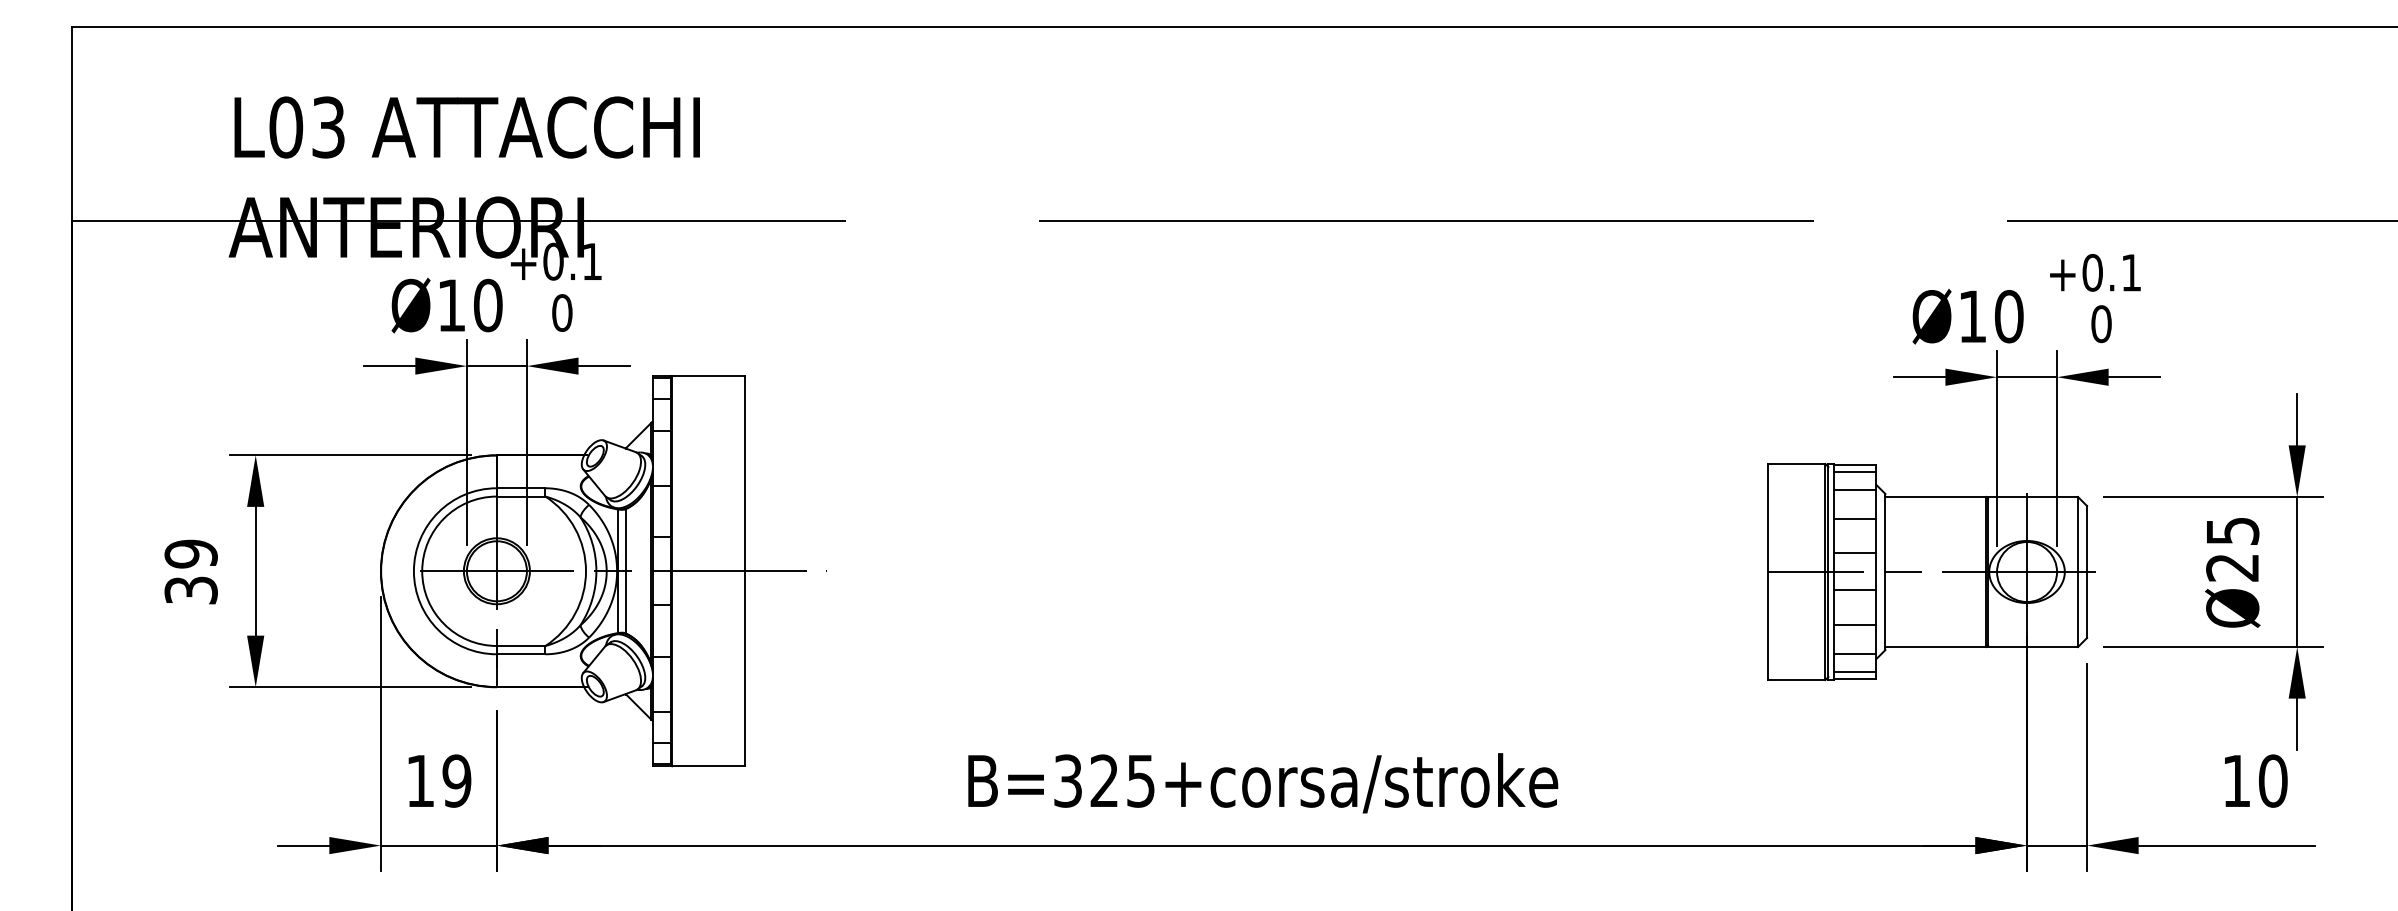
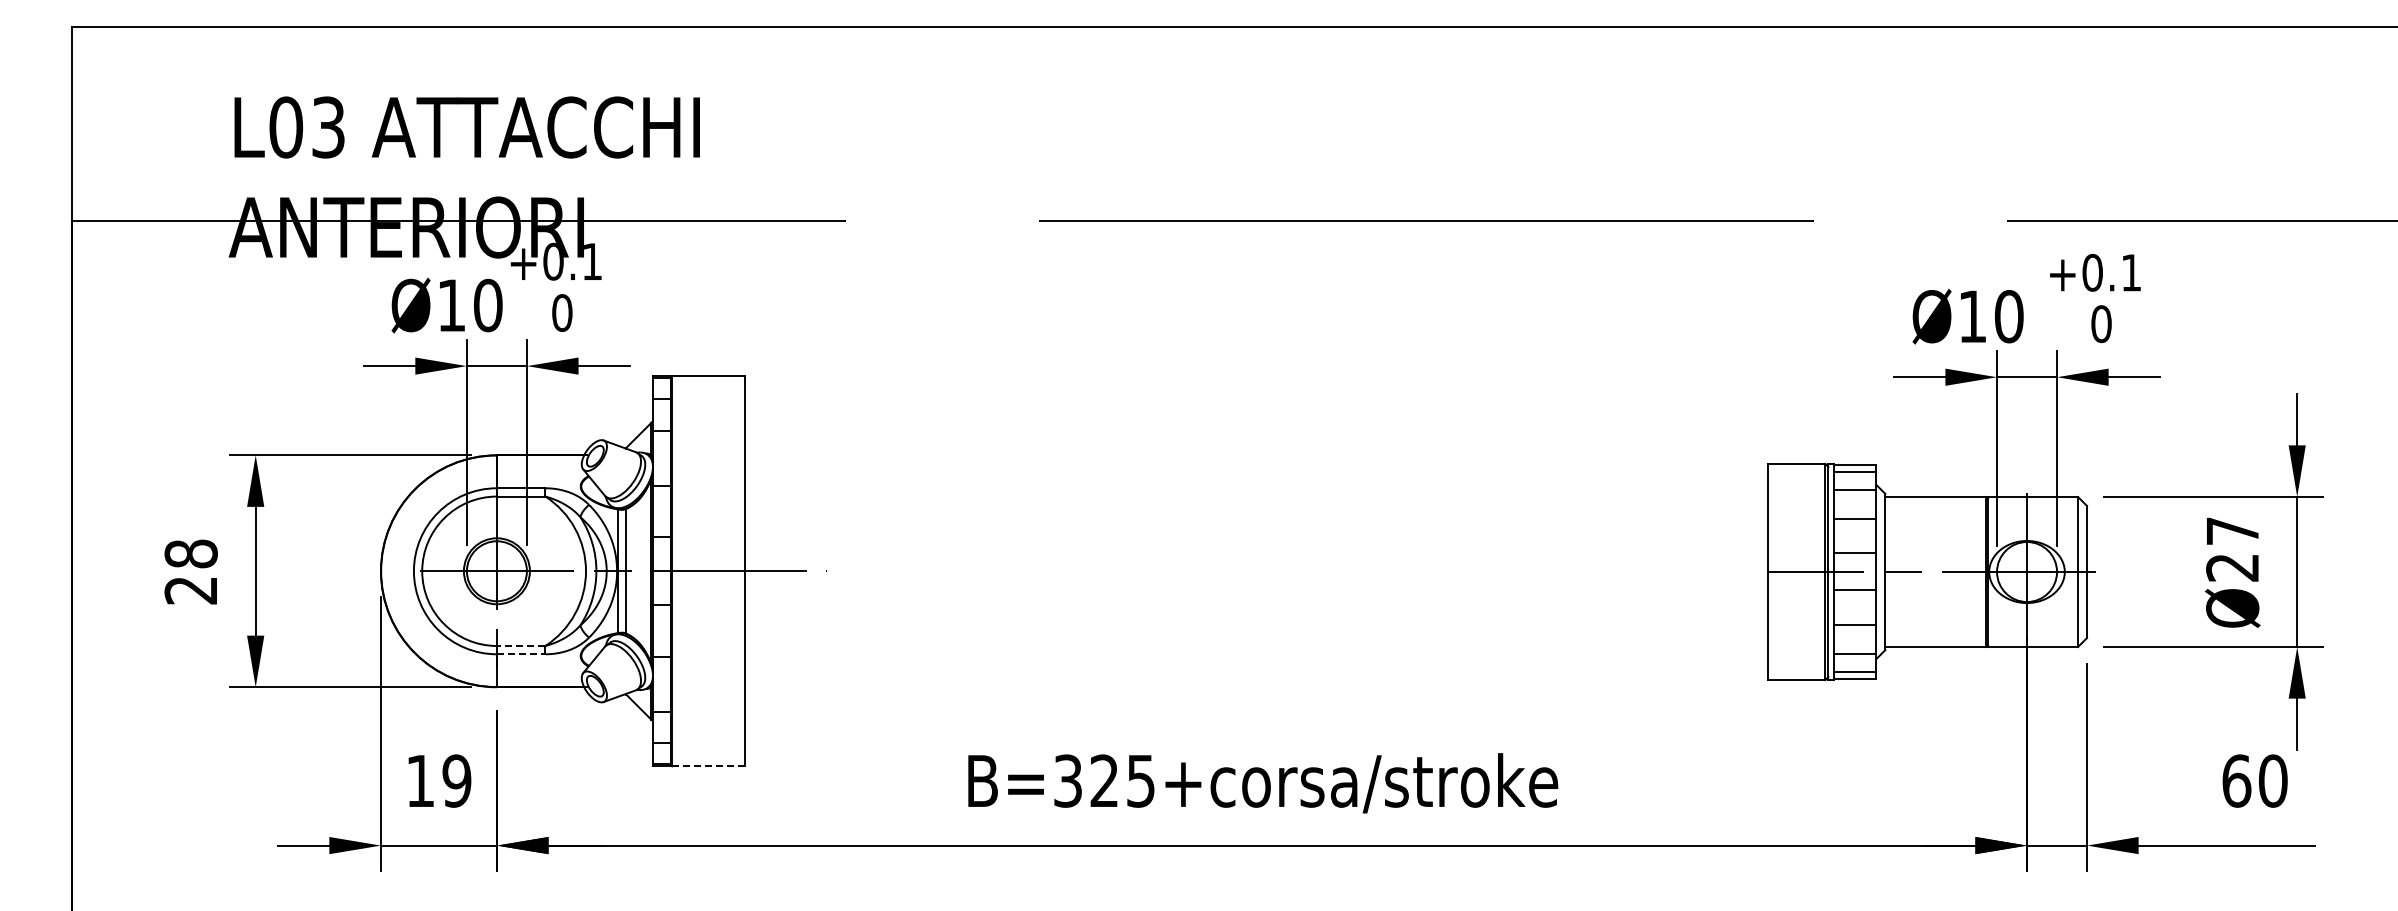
text at (2233, 530): Ø25 -> Ø27
text at (190, 571): 39 -> 28
line at (520, 645): solid -> dashed
line at (521, 654): solid -> dashed
line at (708, 766): solid -> dashed
text at (2236, 780): 10 -> 60
